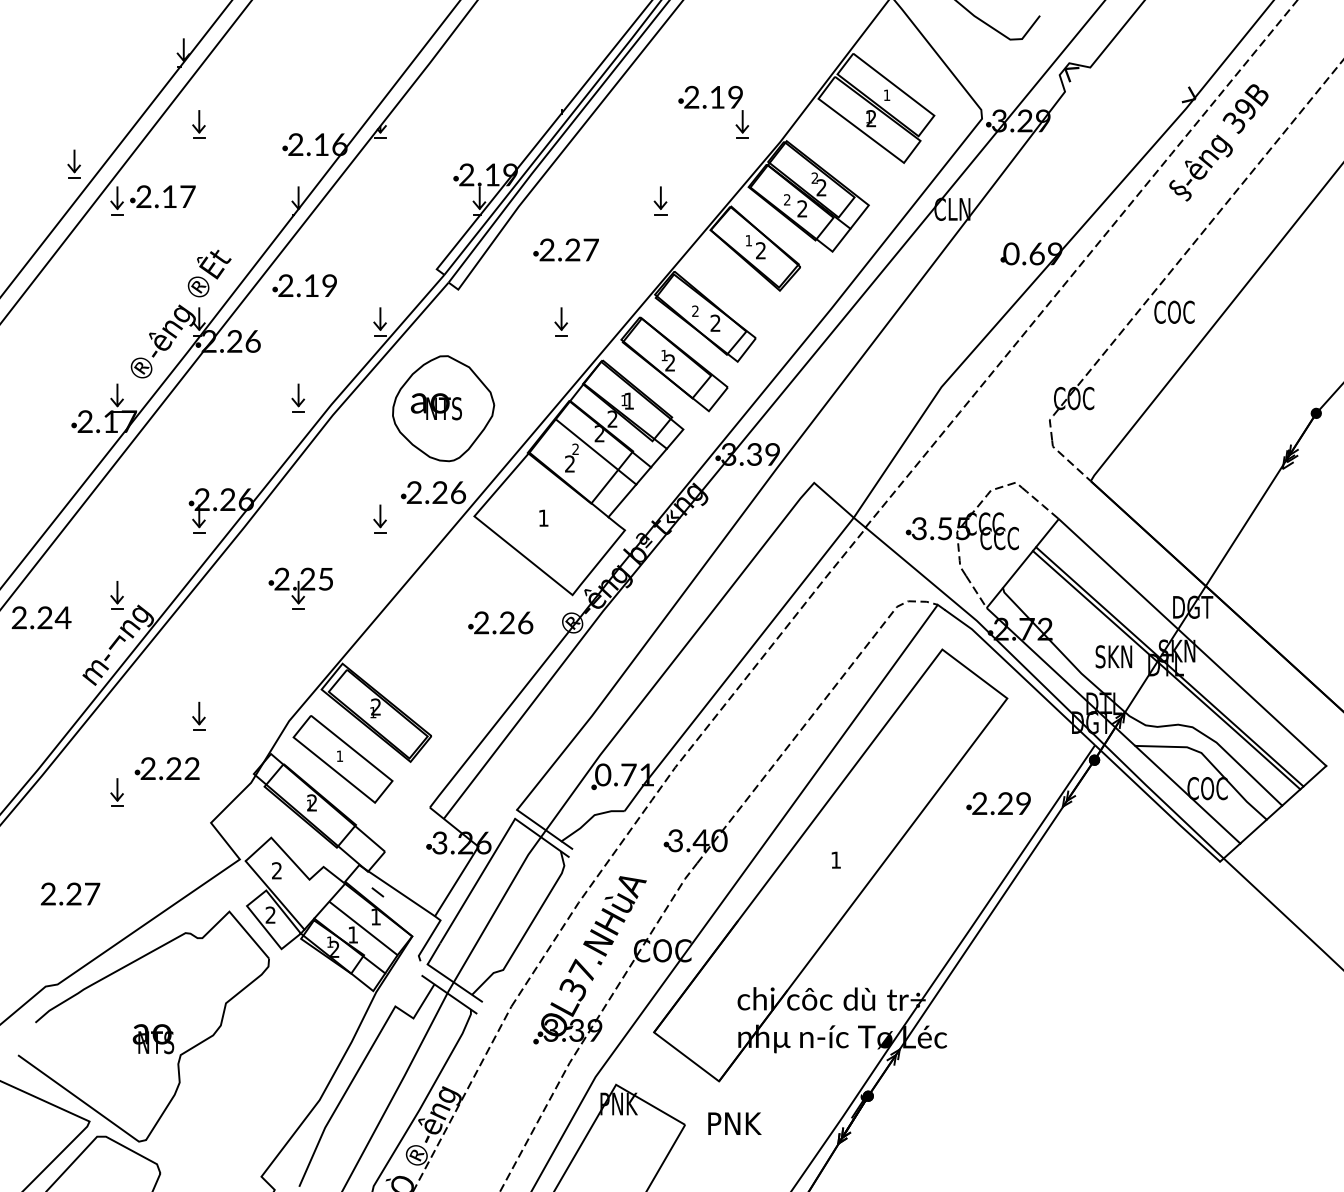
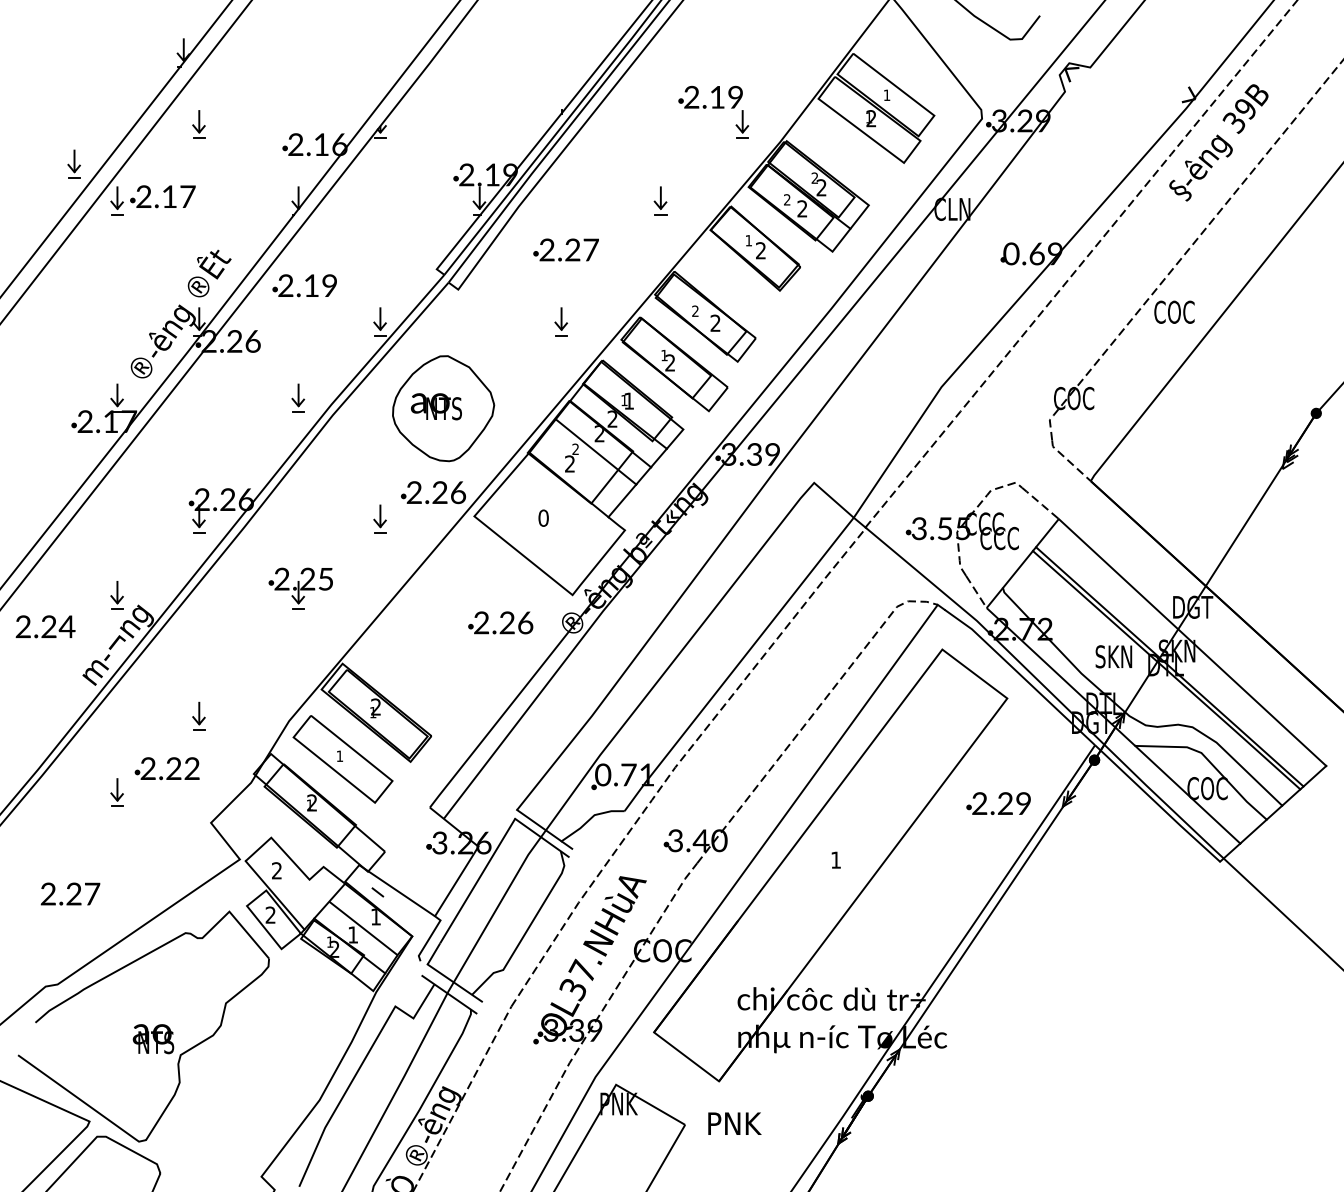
text at (543, 517): 1 -> 0
text at (41, 617) position: (41, 617) -> (45, 626)
